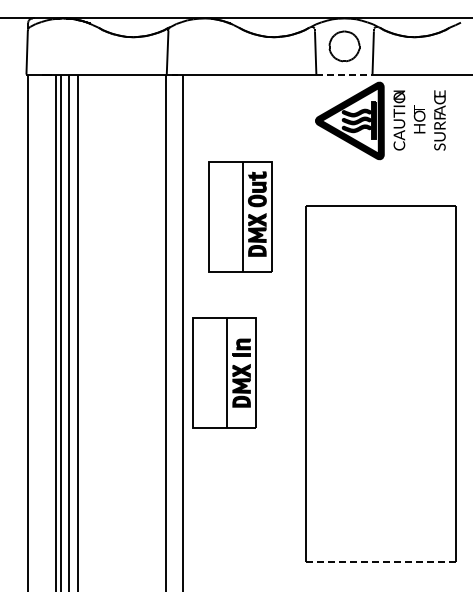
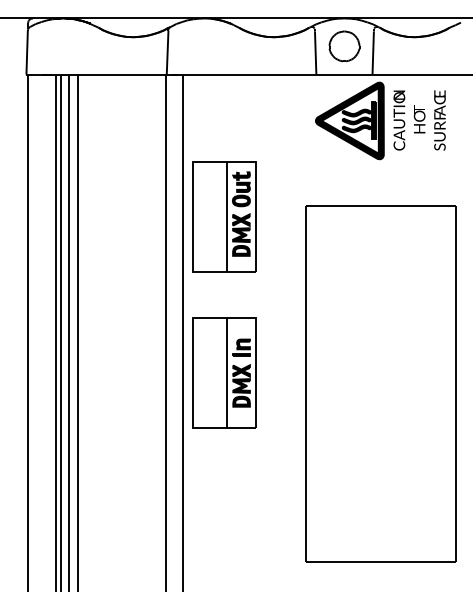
line at (344, 74): dashed -> solid
part at (240, 216) position: (240, 216) -> (224, 216)
line at (380, 562): dashed -> solid
